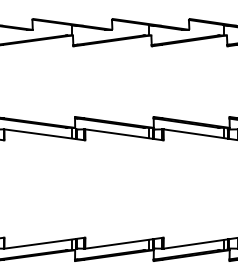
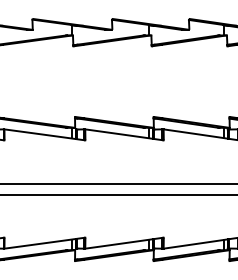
line at (118, 183): none -> present
line at (118, 194): none -> present
